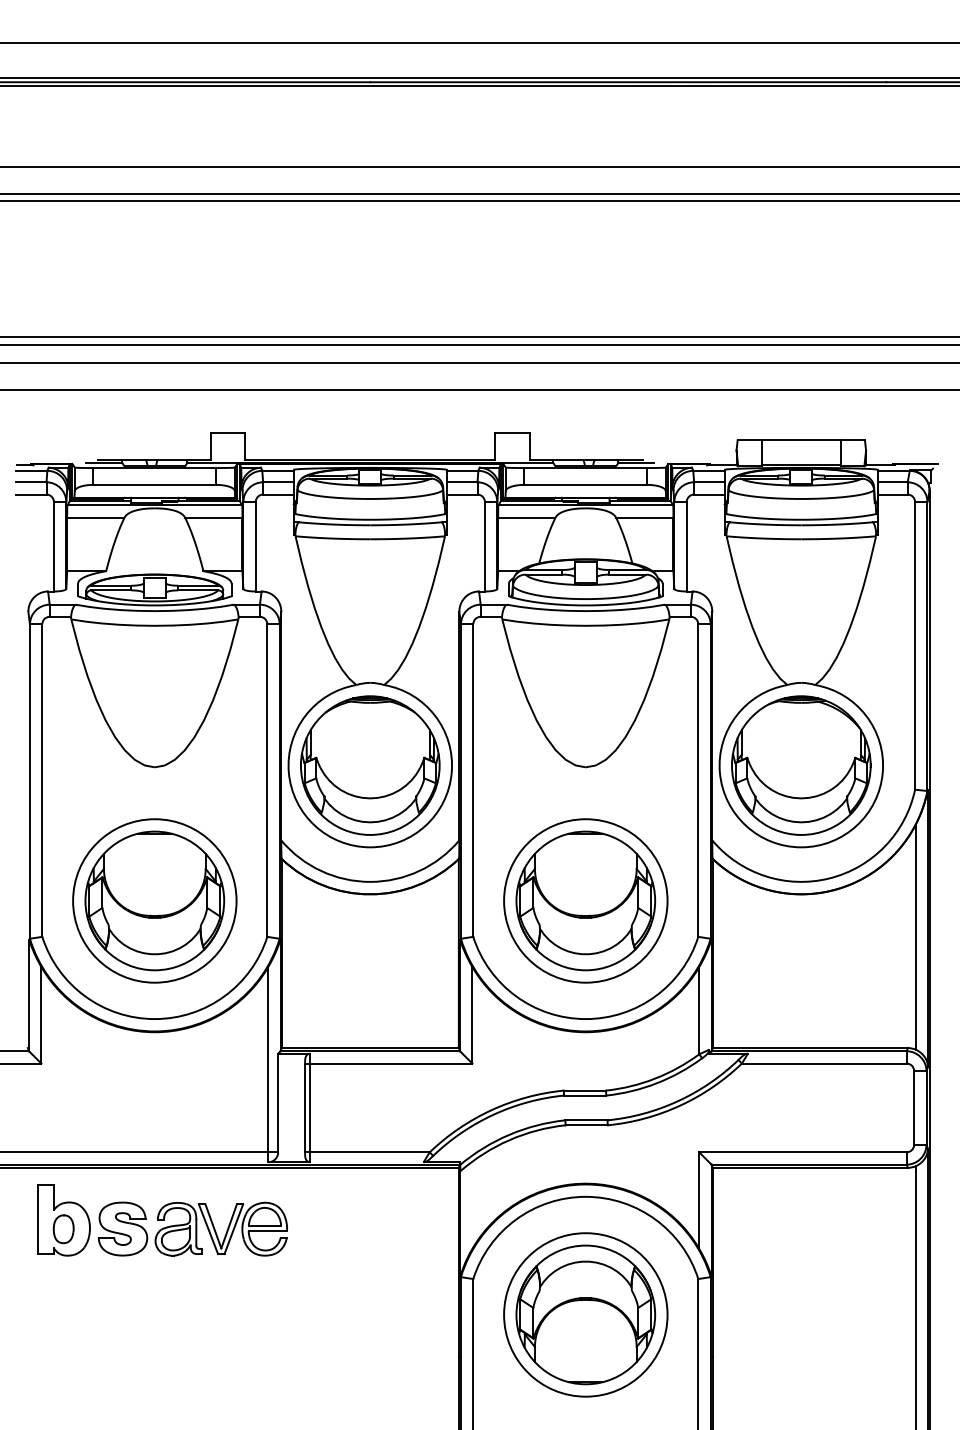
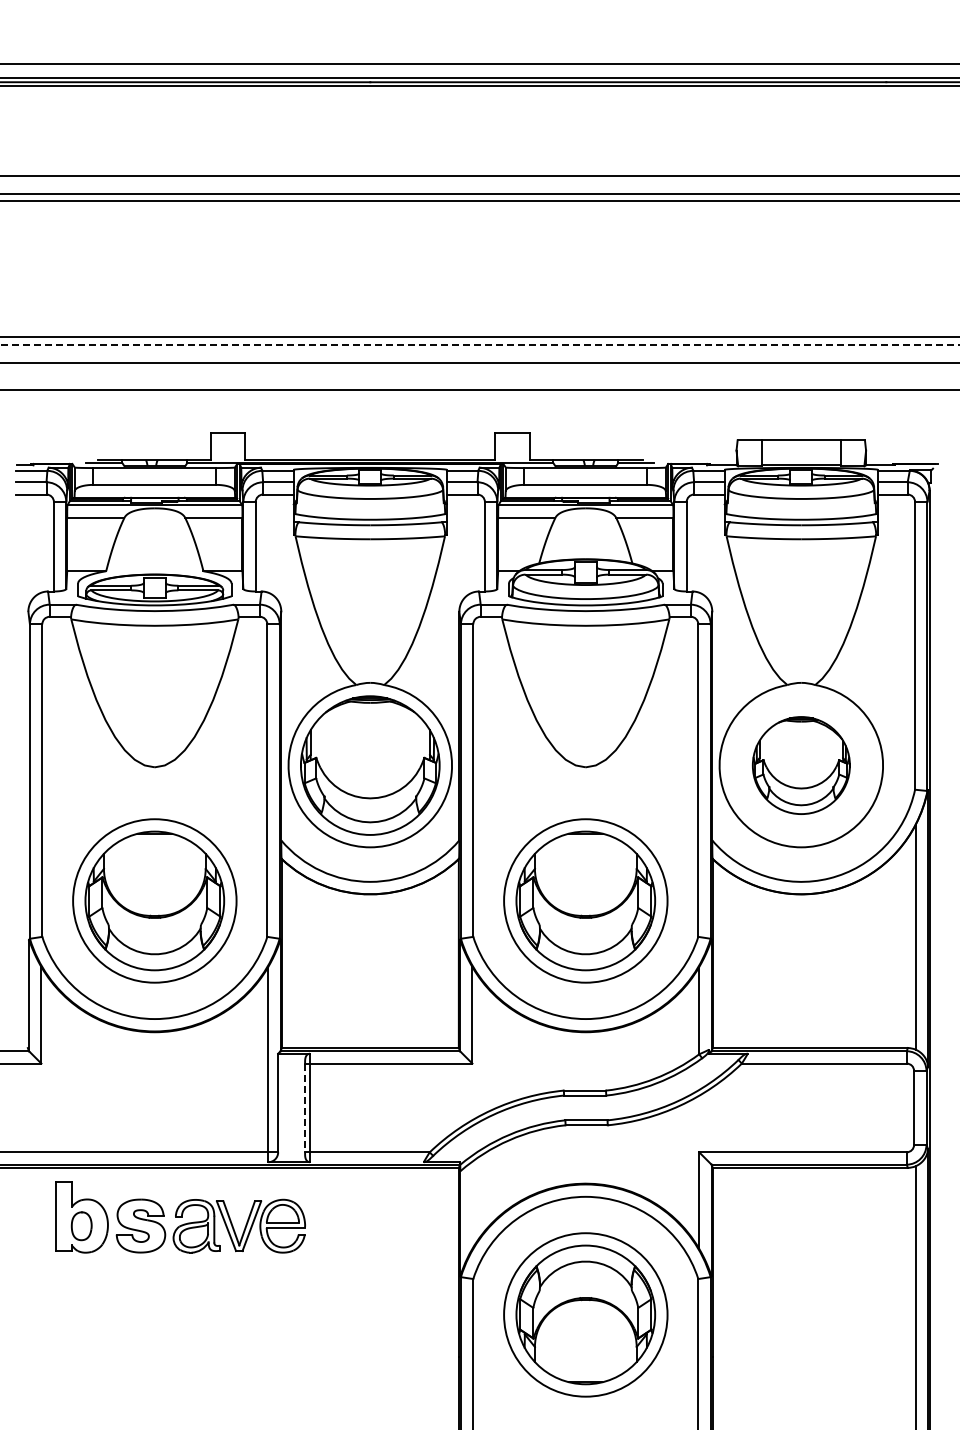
line at (479, 42) position: (479, 42) -> (479, 63)
line at (479, 166) position: (479, 166) -> (479, 175)
line at (479, 344): solid -> dashed
part at (801, 765) size: 141x141 px -> 99x99 px
line at (305, 1108): solid -> dashed
part at (162, 1220) position: (162, 1220) -> (180, 1217)
